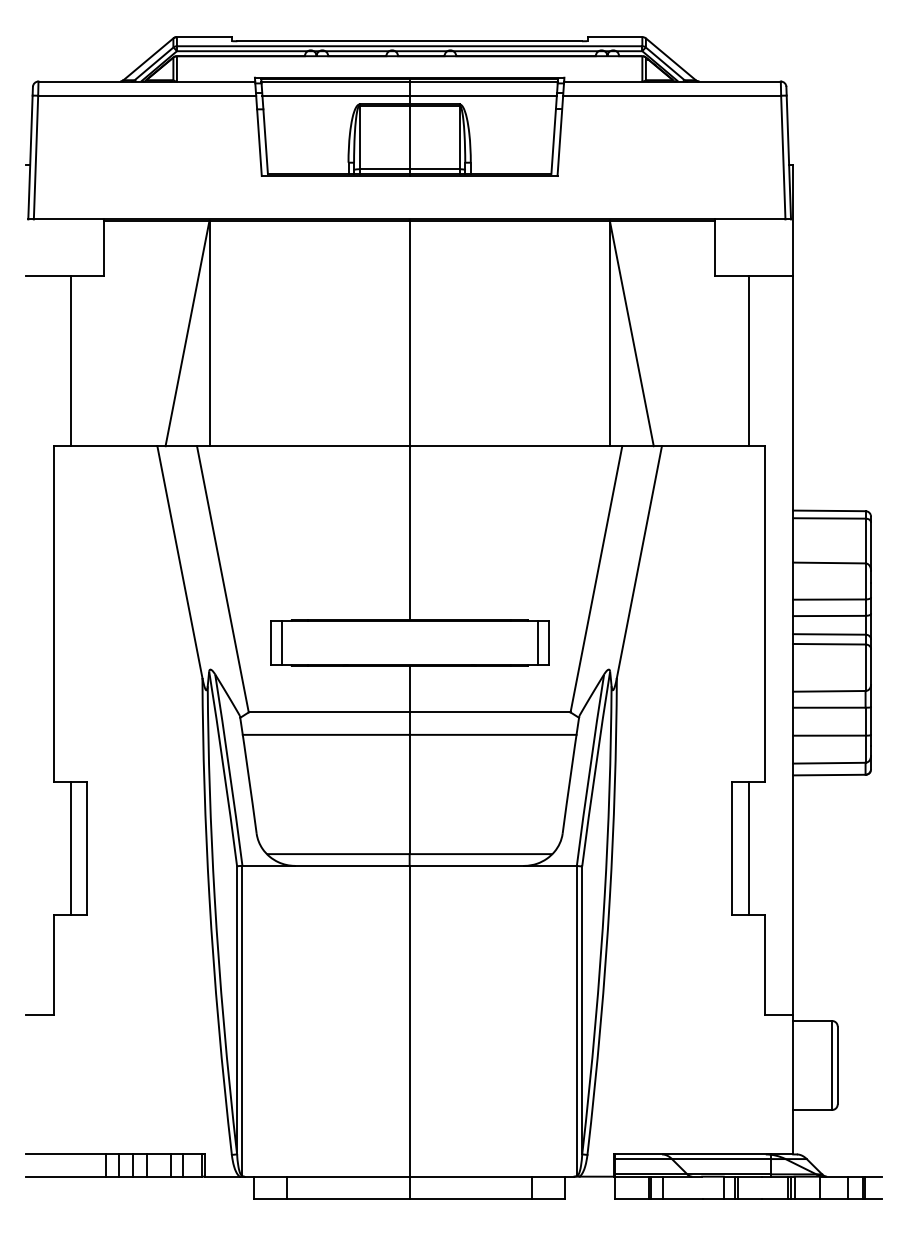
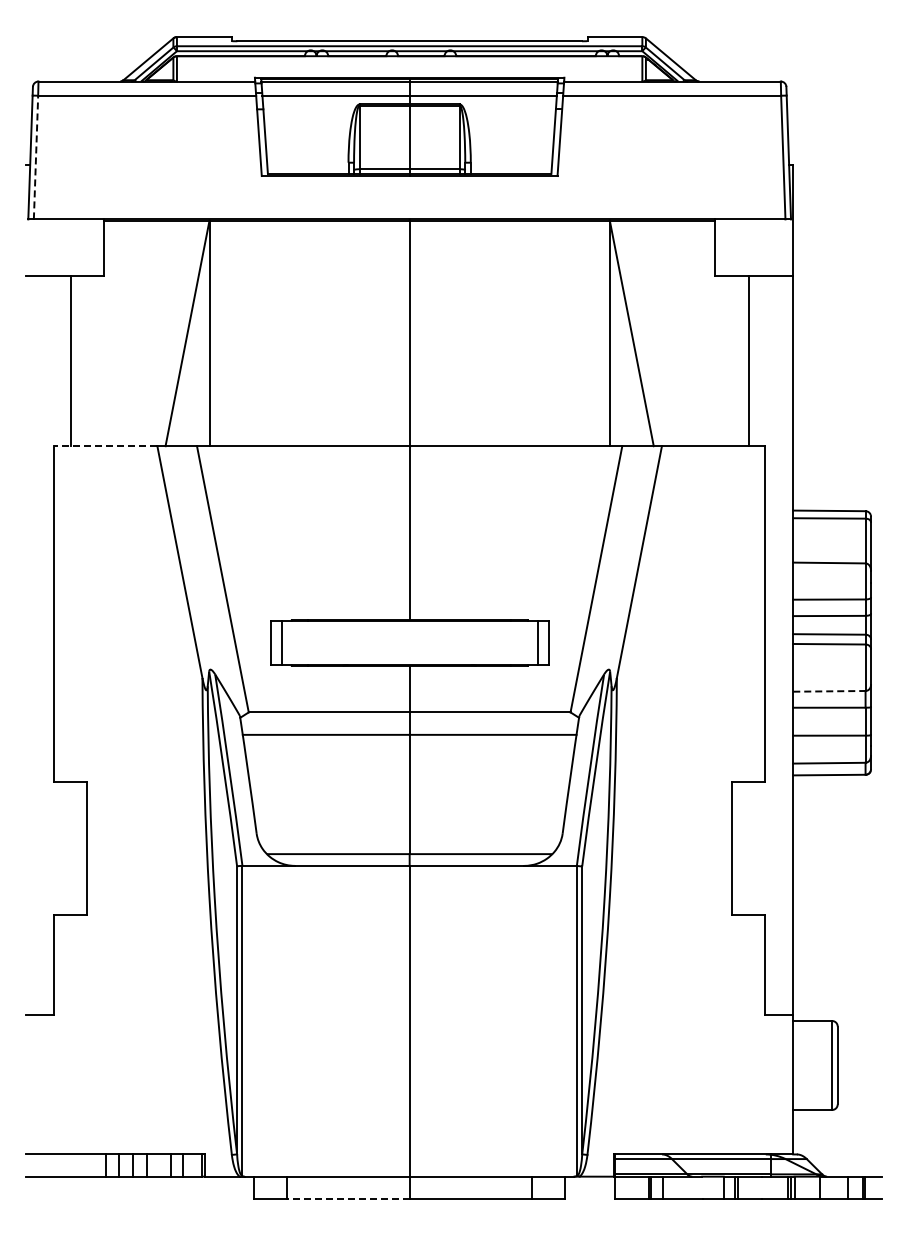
line at (36, 157): solid -> dashed
line at (105, 446): solid -> dashed
line at (829, 691): solid -> dashed
line at (70, 848): present -> none
line at (748, 848): present -> none
line at (348, 1198): solid -> dashed
